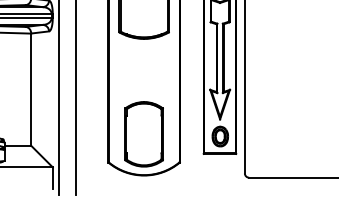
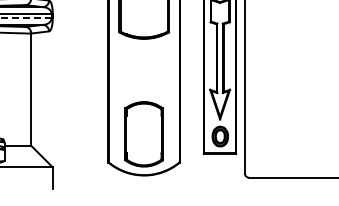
line at (25, 18): solid -> dashed
line at (58, 98): present -> none
line at (75, 98): present -> none
